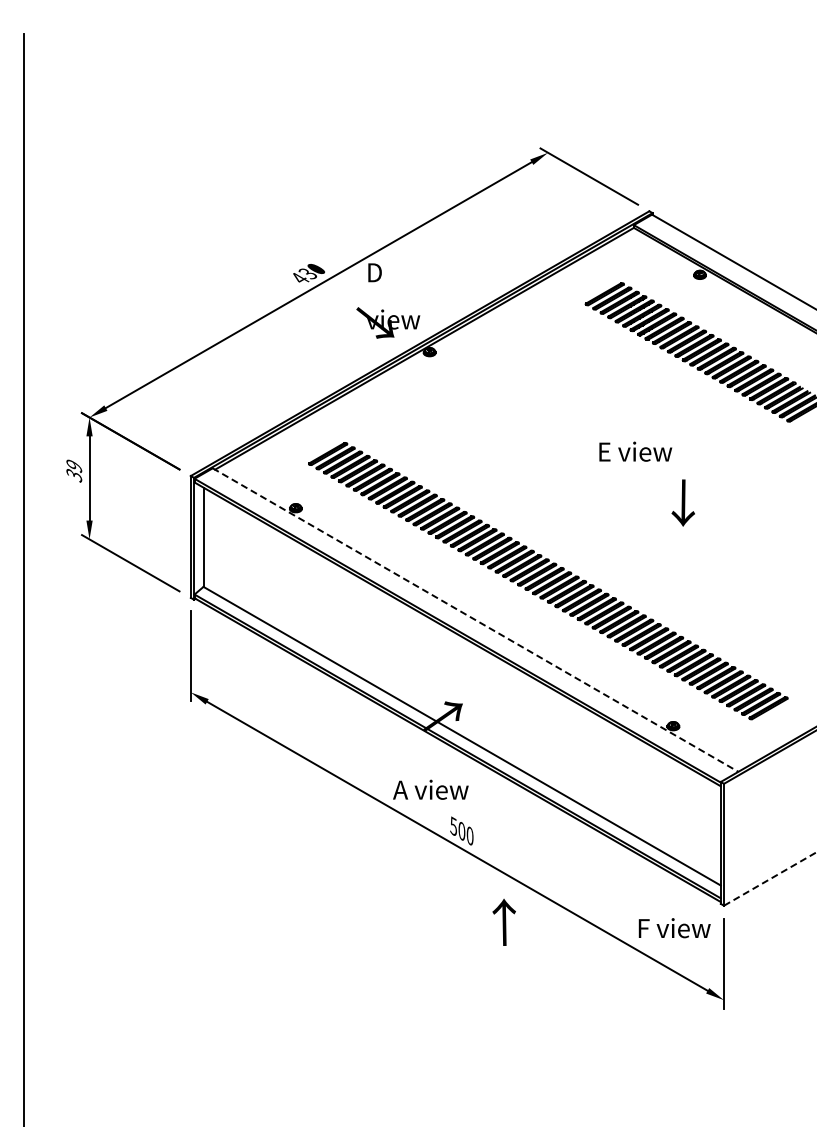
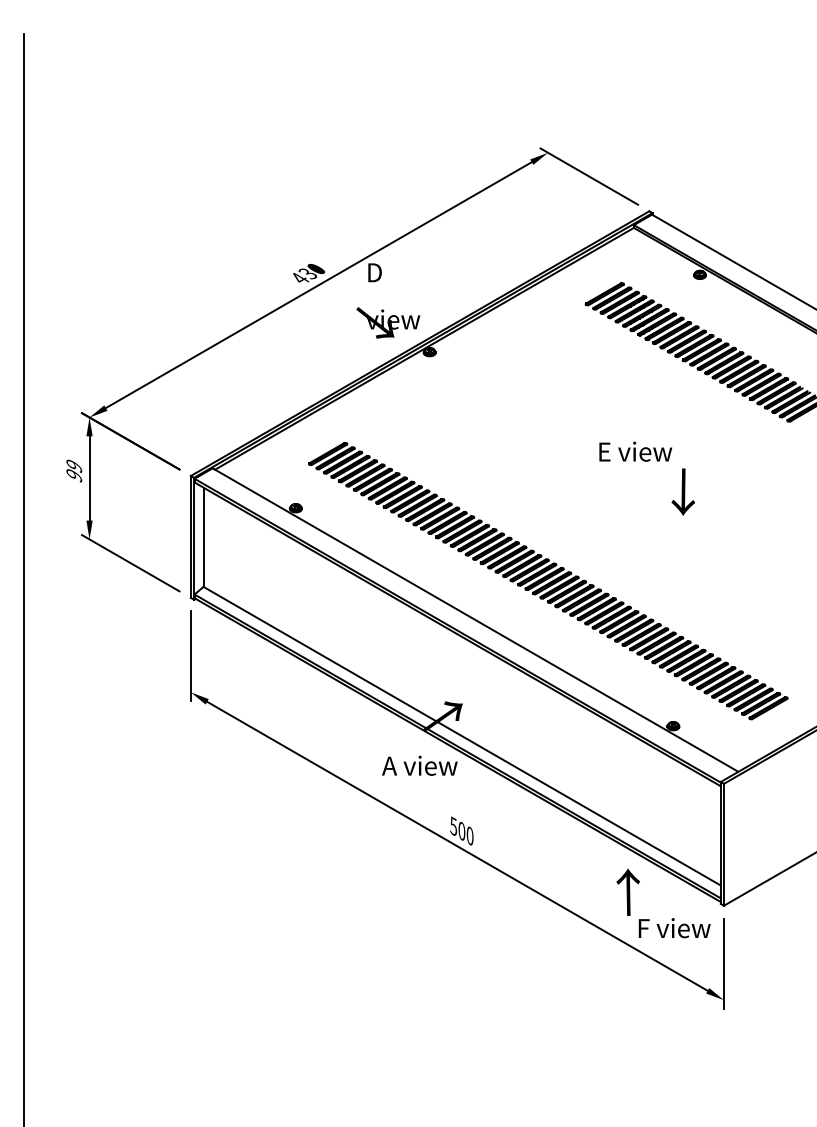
text at (74, 475): 39 -> 99
text at (682, 502) position: (682, 502) -> (682, 491)
line at (475, 620): dashed -> solid
text at (430, 789) position: (430, 789) -> (419, 765)
line at (770, 878): dashed -> solid
text at (503, 921) position: (503, 921) -> (627, 891)
